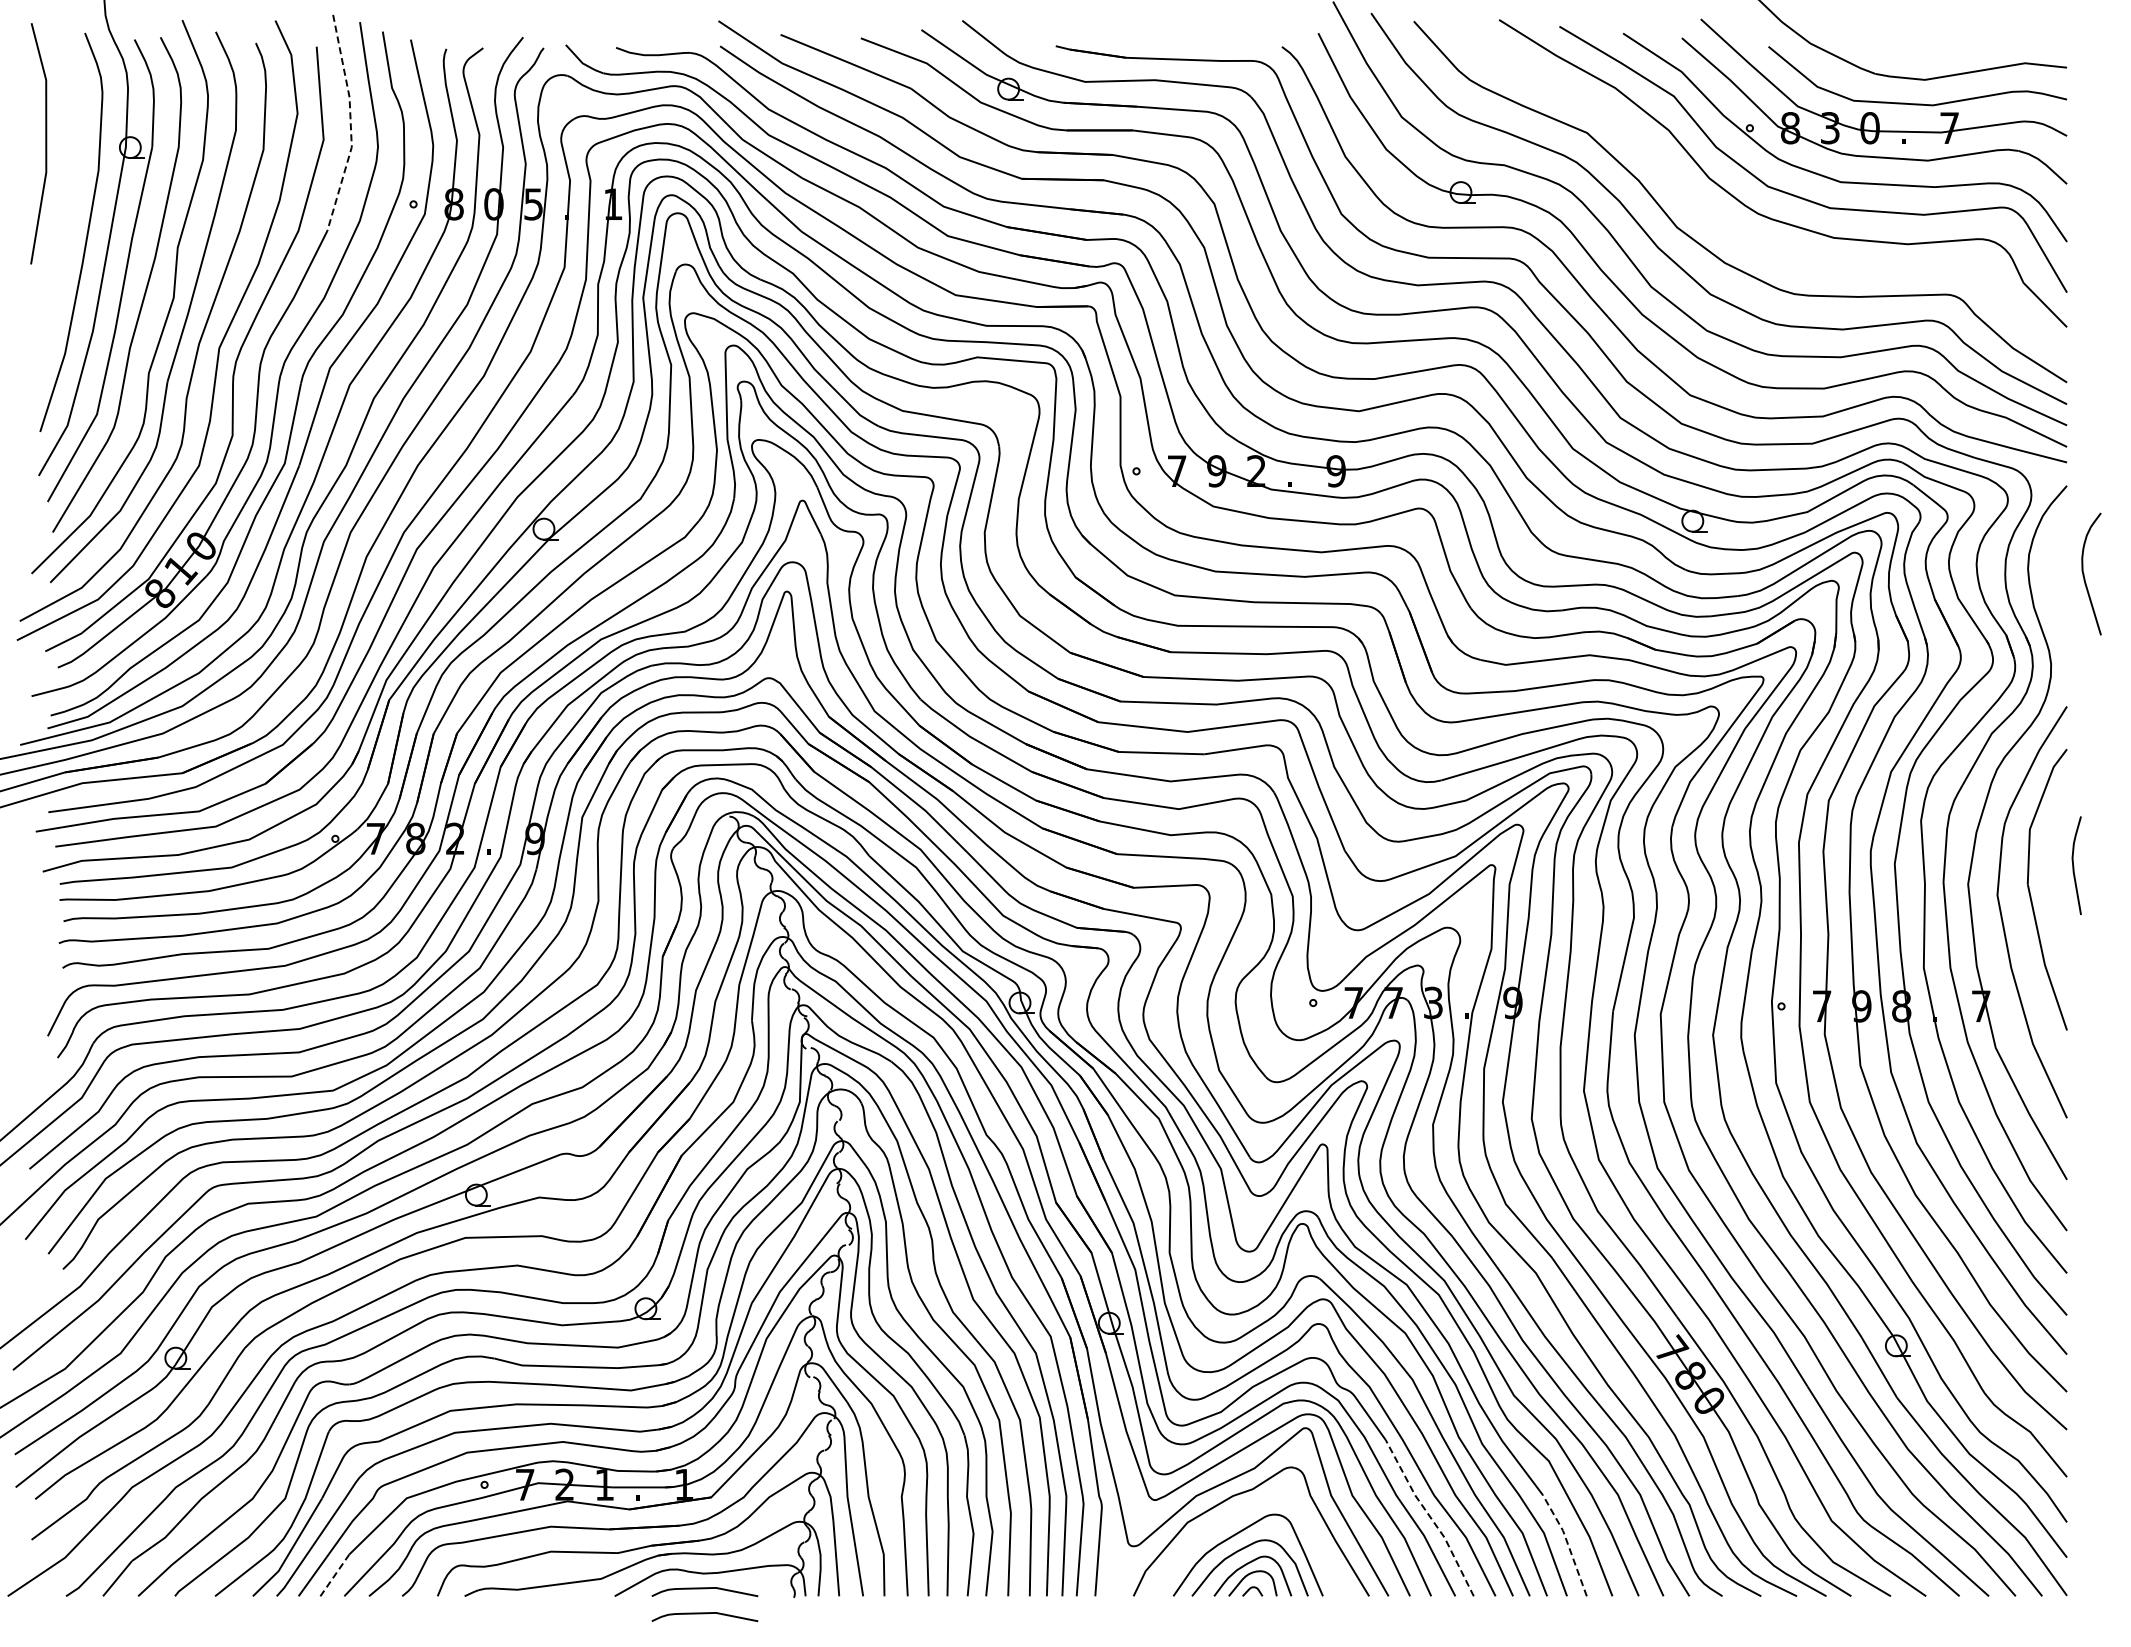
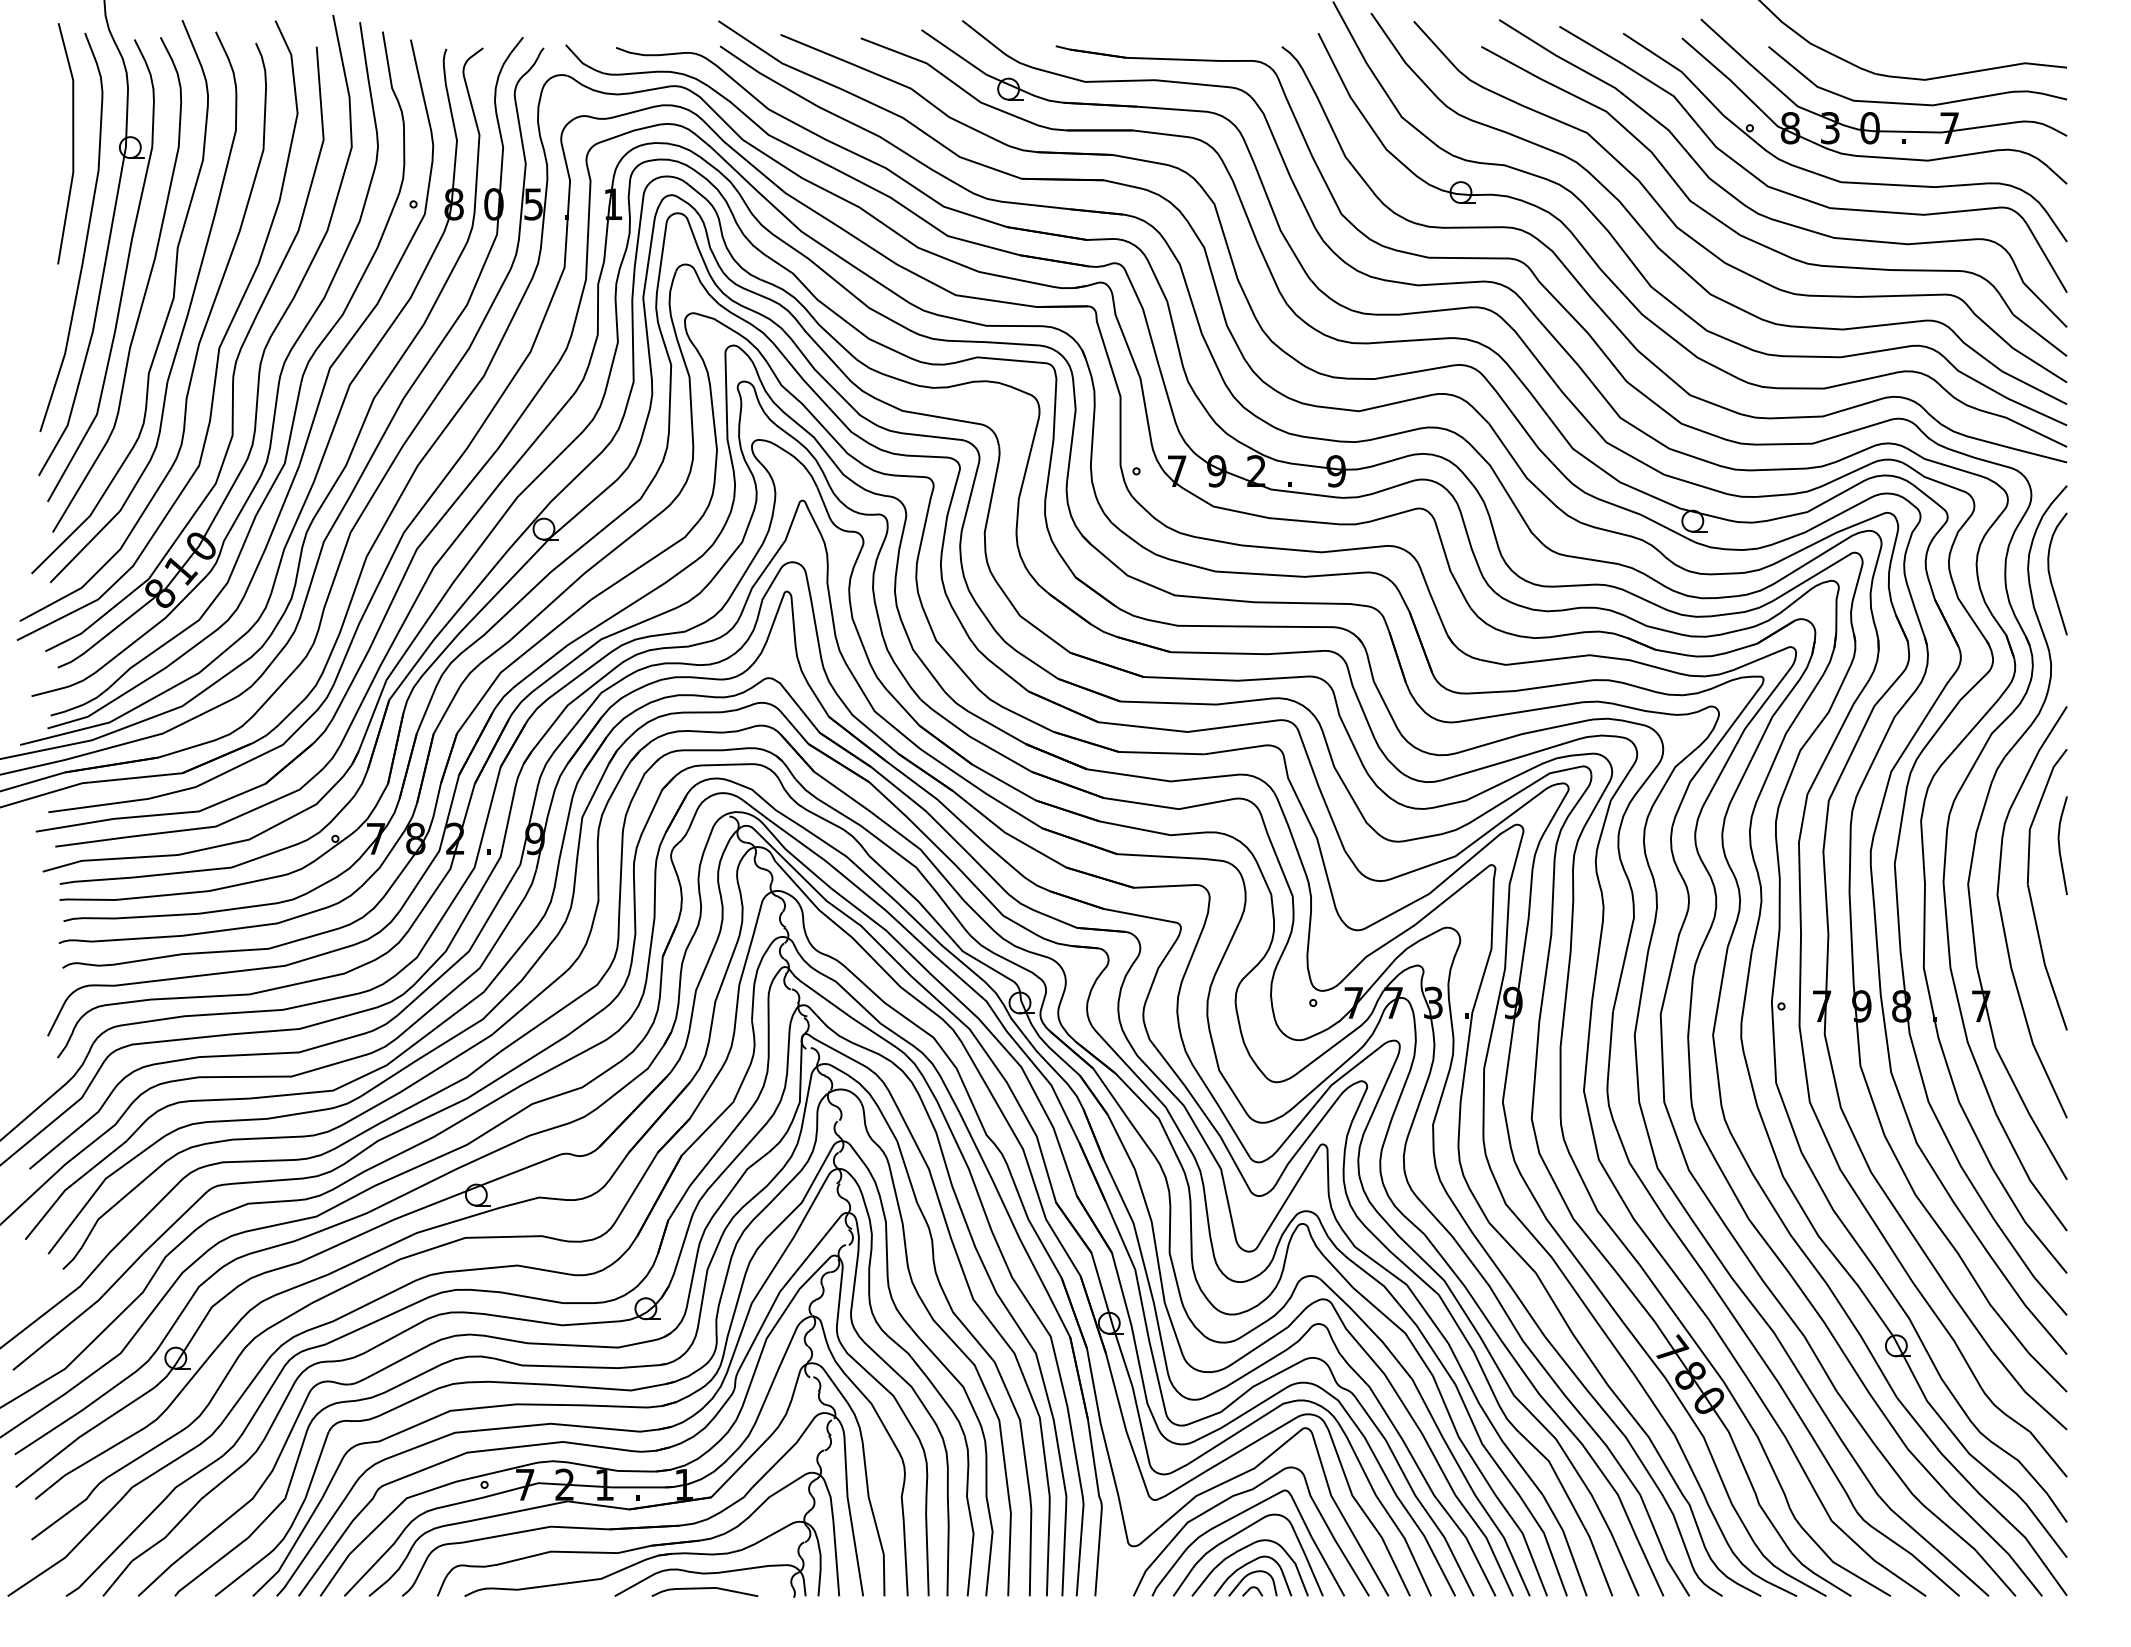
line at (350, 124): dashed -> solid
line at (45, 143) position: (45, 143) -> (72, 143)
part at (1757, 241): none -> present
curve at (2084, 573) position: (2084, 573) -> (2050, 573)
curve at (2074, 865) position: (2074, 865) -> (2060, 845)
curve at (1235, 1517): none -> present
line at (1430, 1517): dashed -> solid
line at (1567, 1543): dashed -> solid
line at (334, 1575): dashed -> solid
curve at (704, 1614): present -> none
